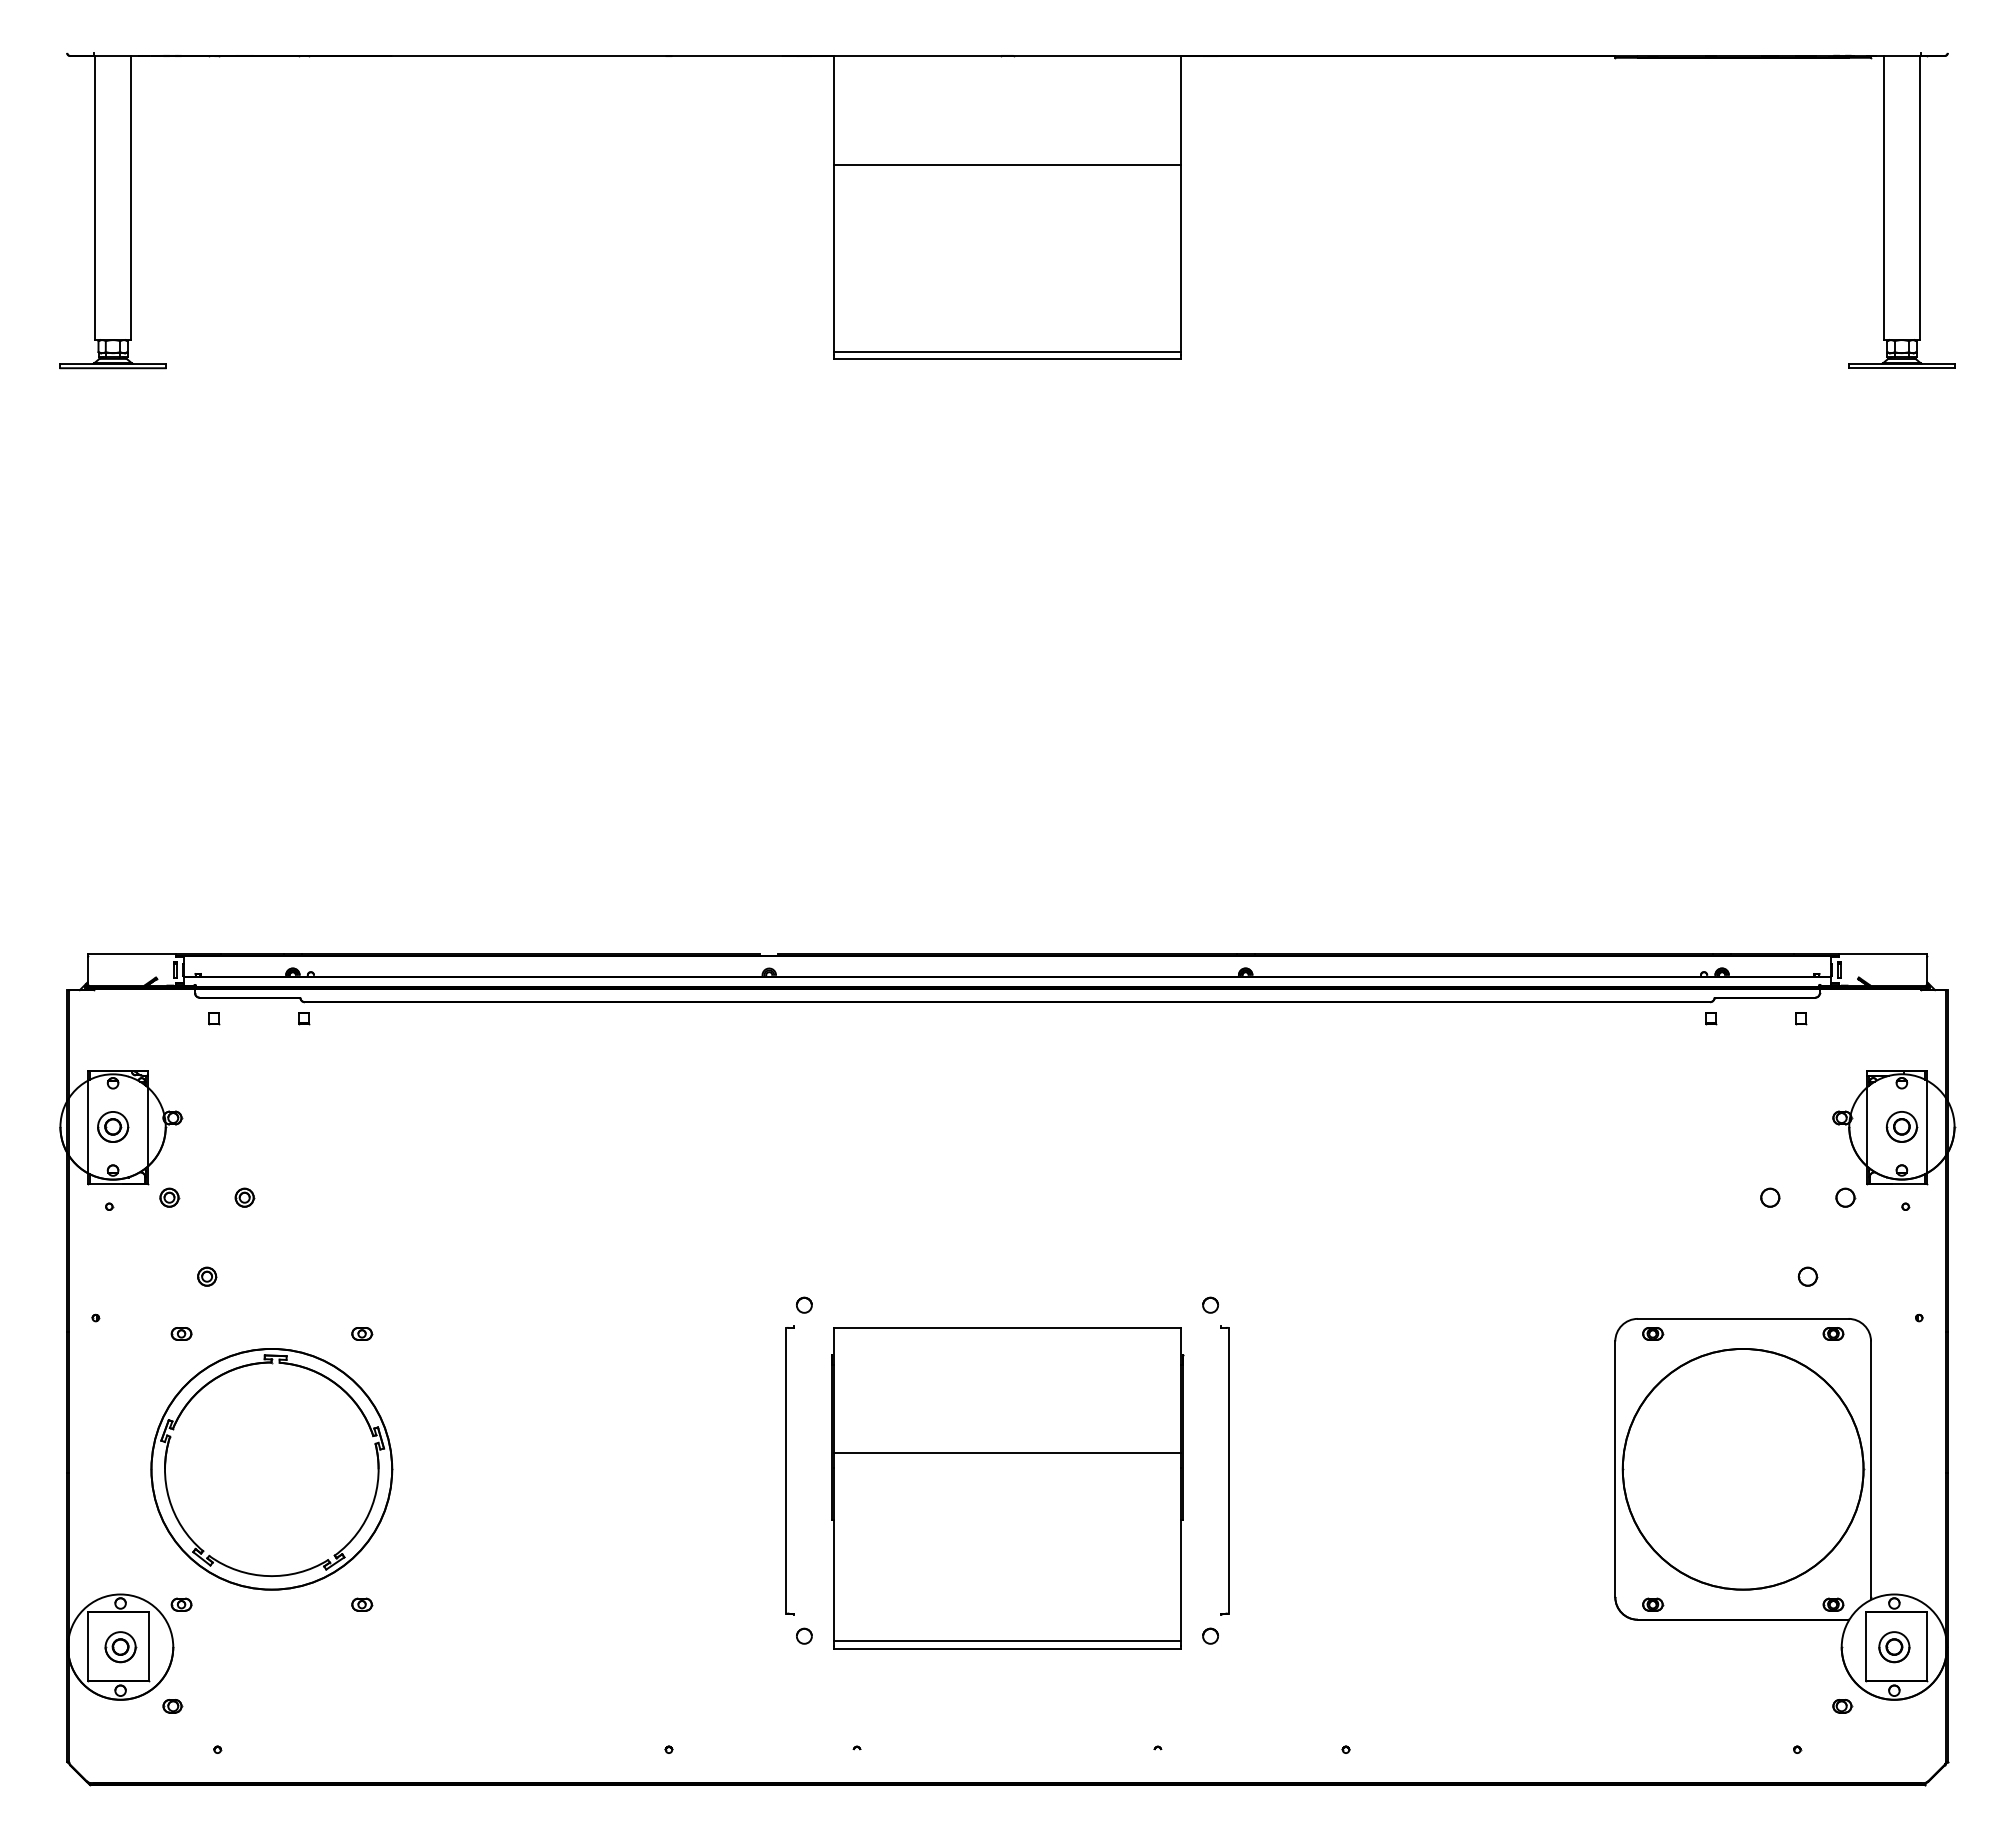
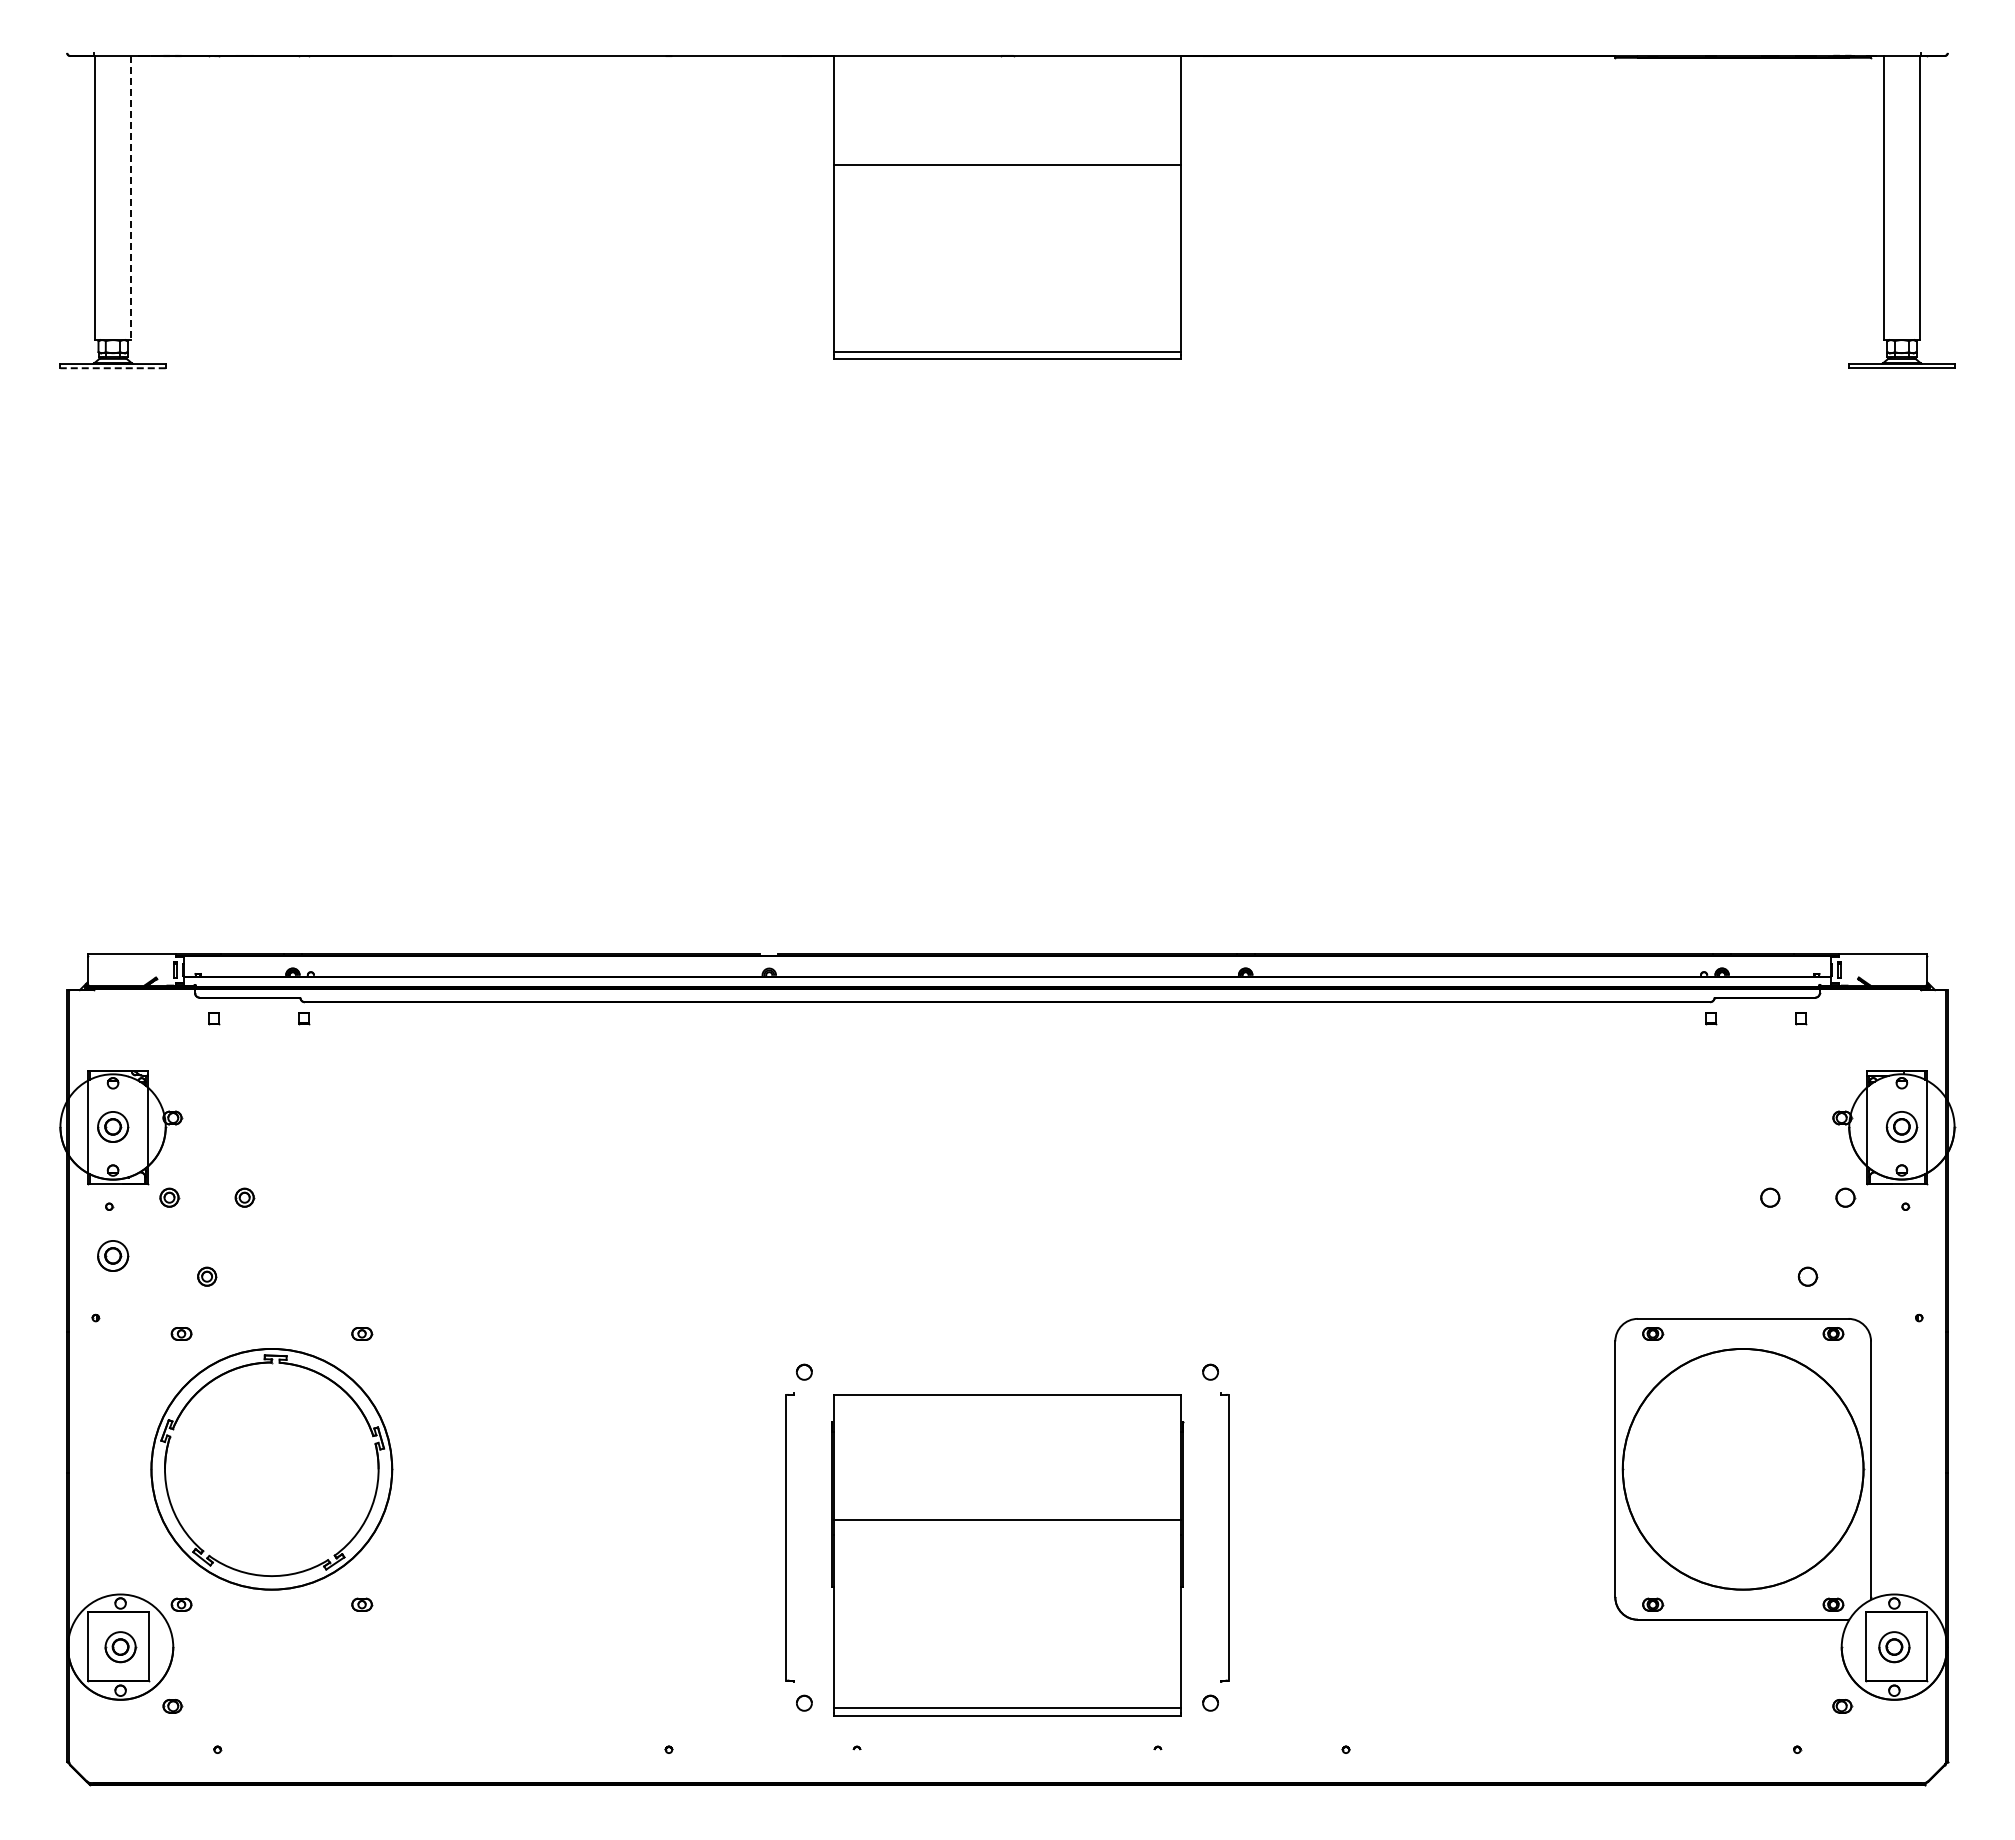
line at (131, 198): solid -> dashed
line at (113, 368): solid -> dashed
part at (113, 1255): none -> present
part at (1007, 1472) position: (1007, 1472) -> (1007, 1539)
